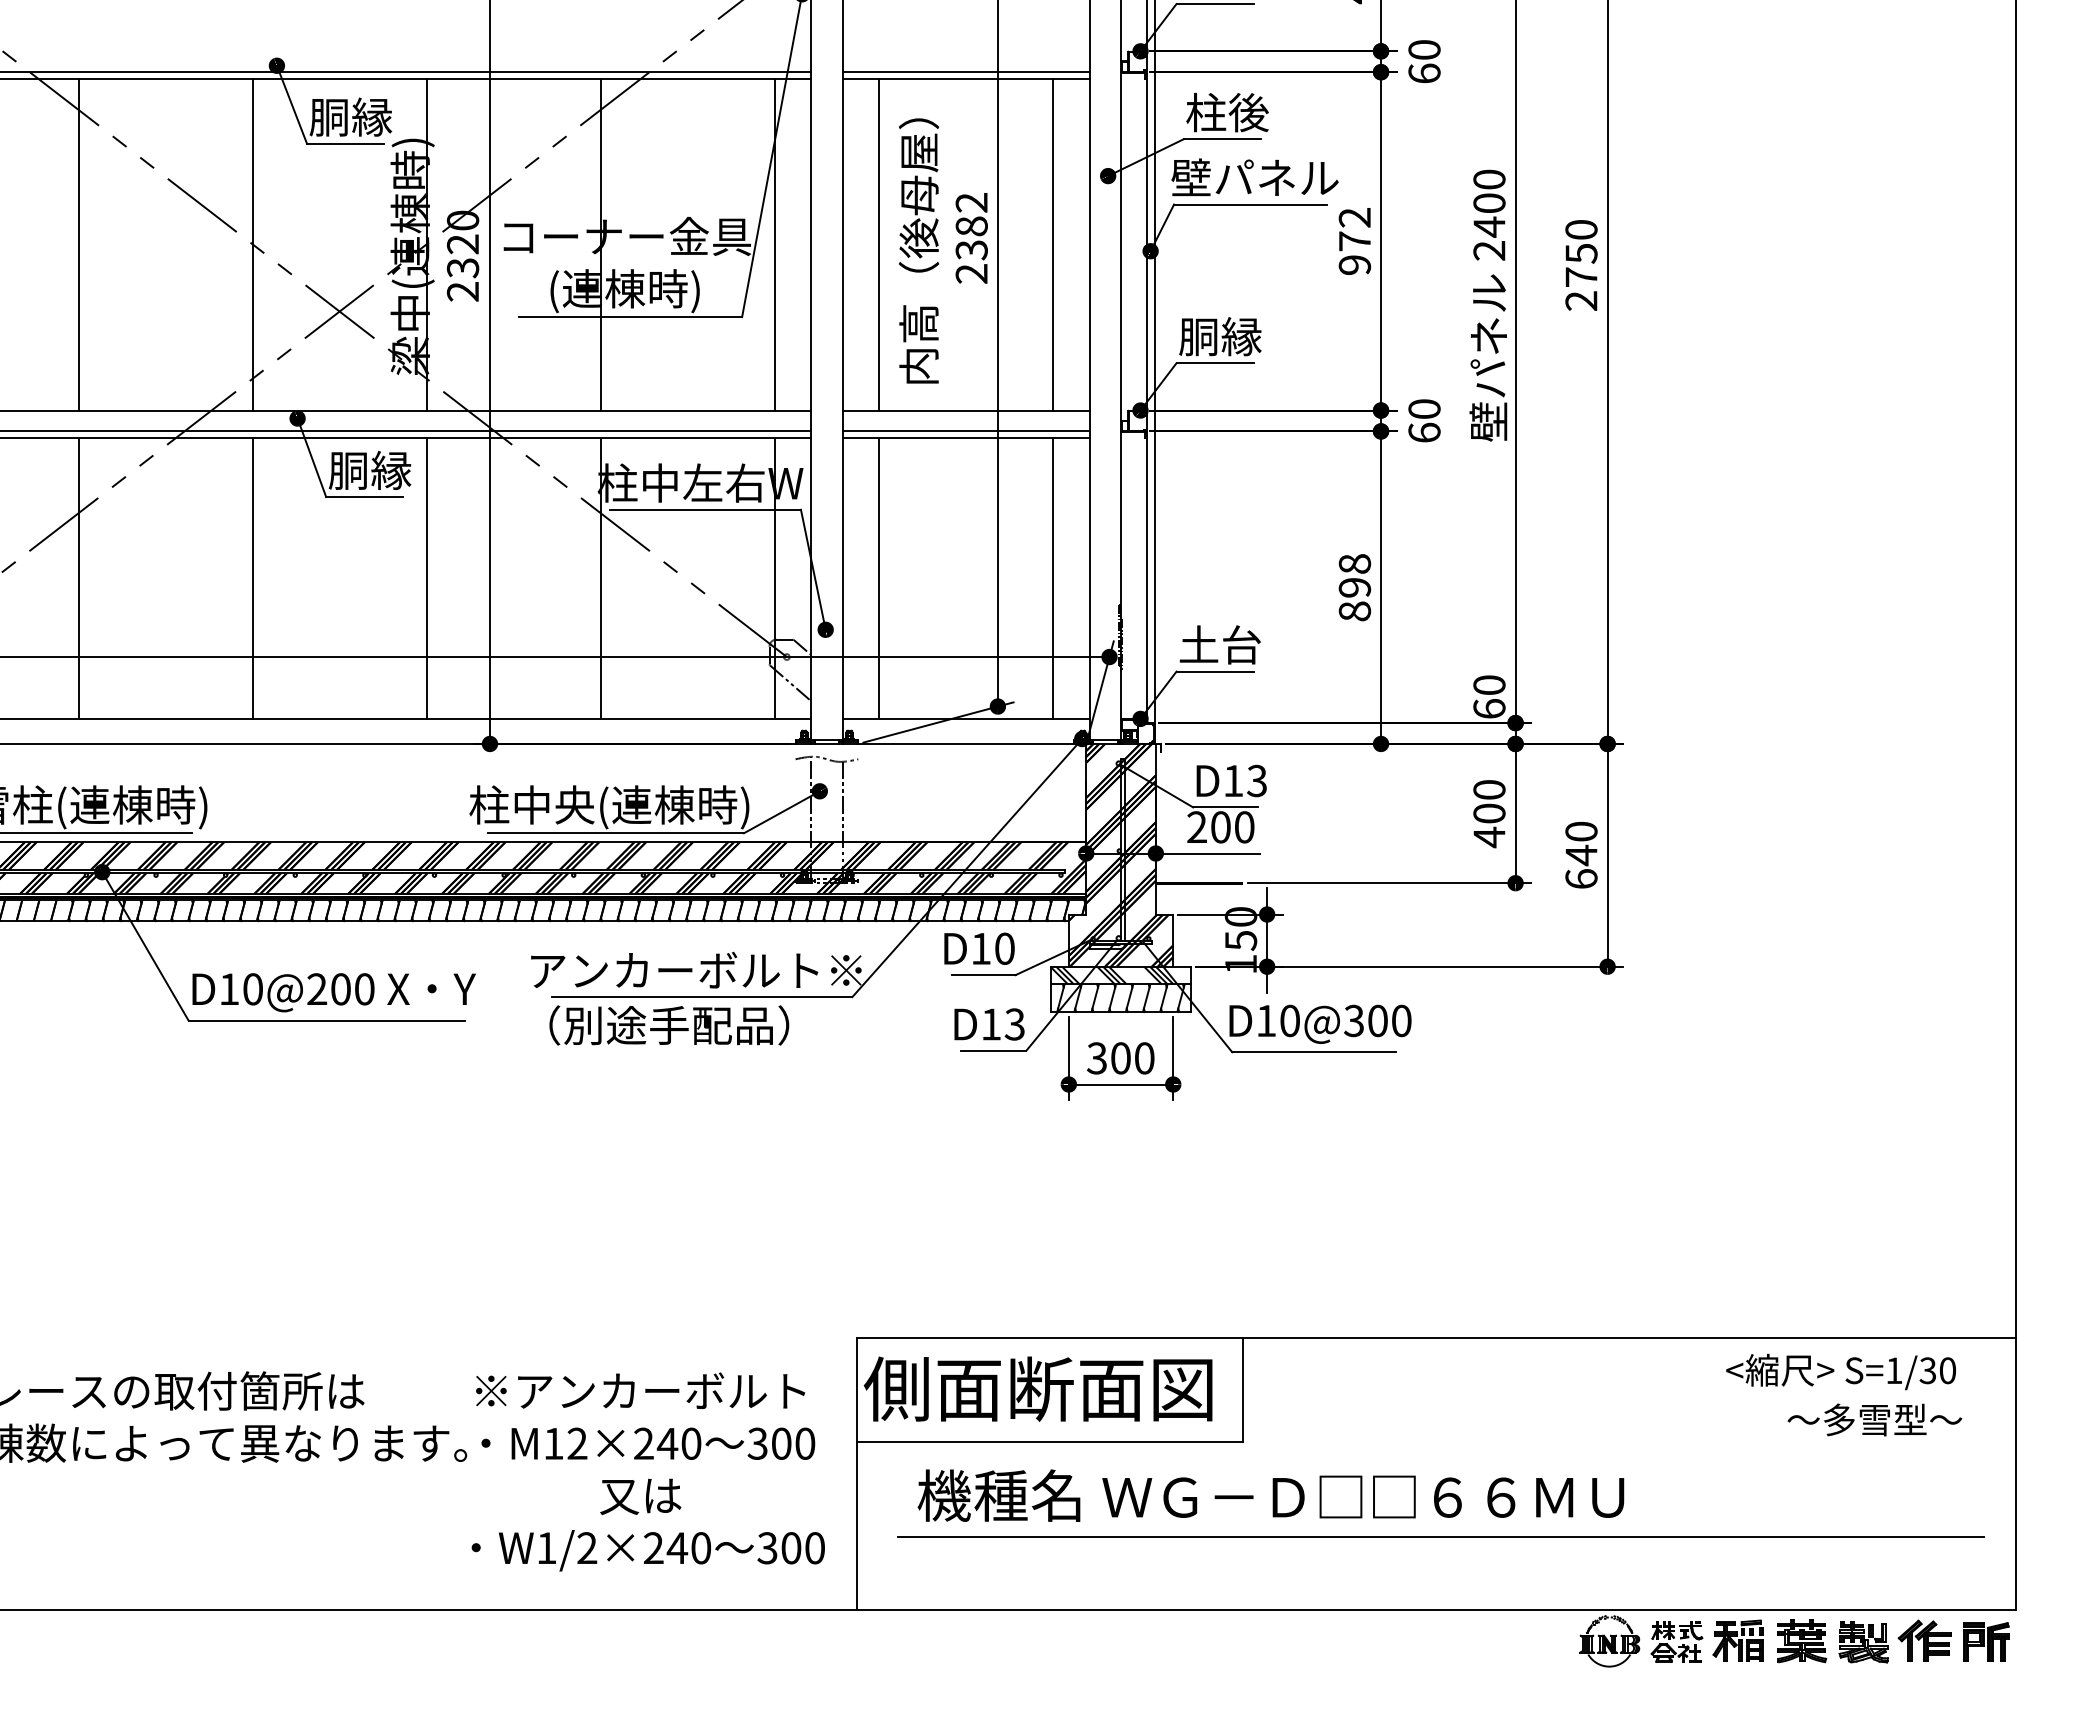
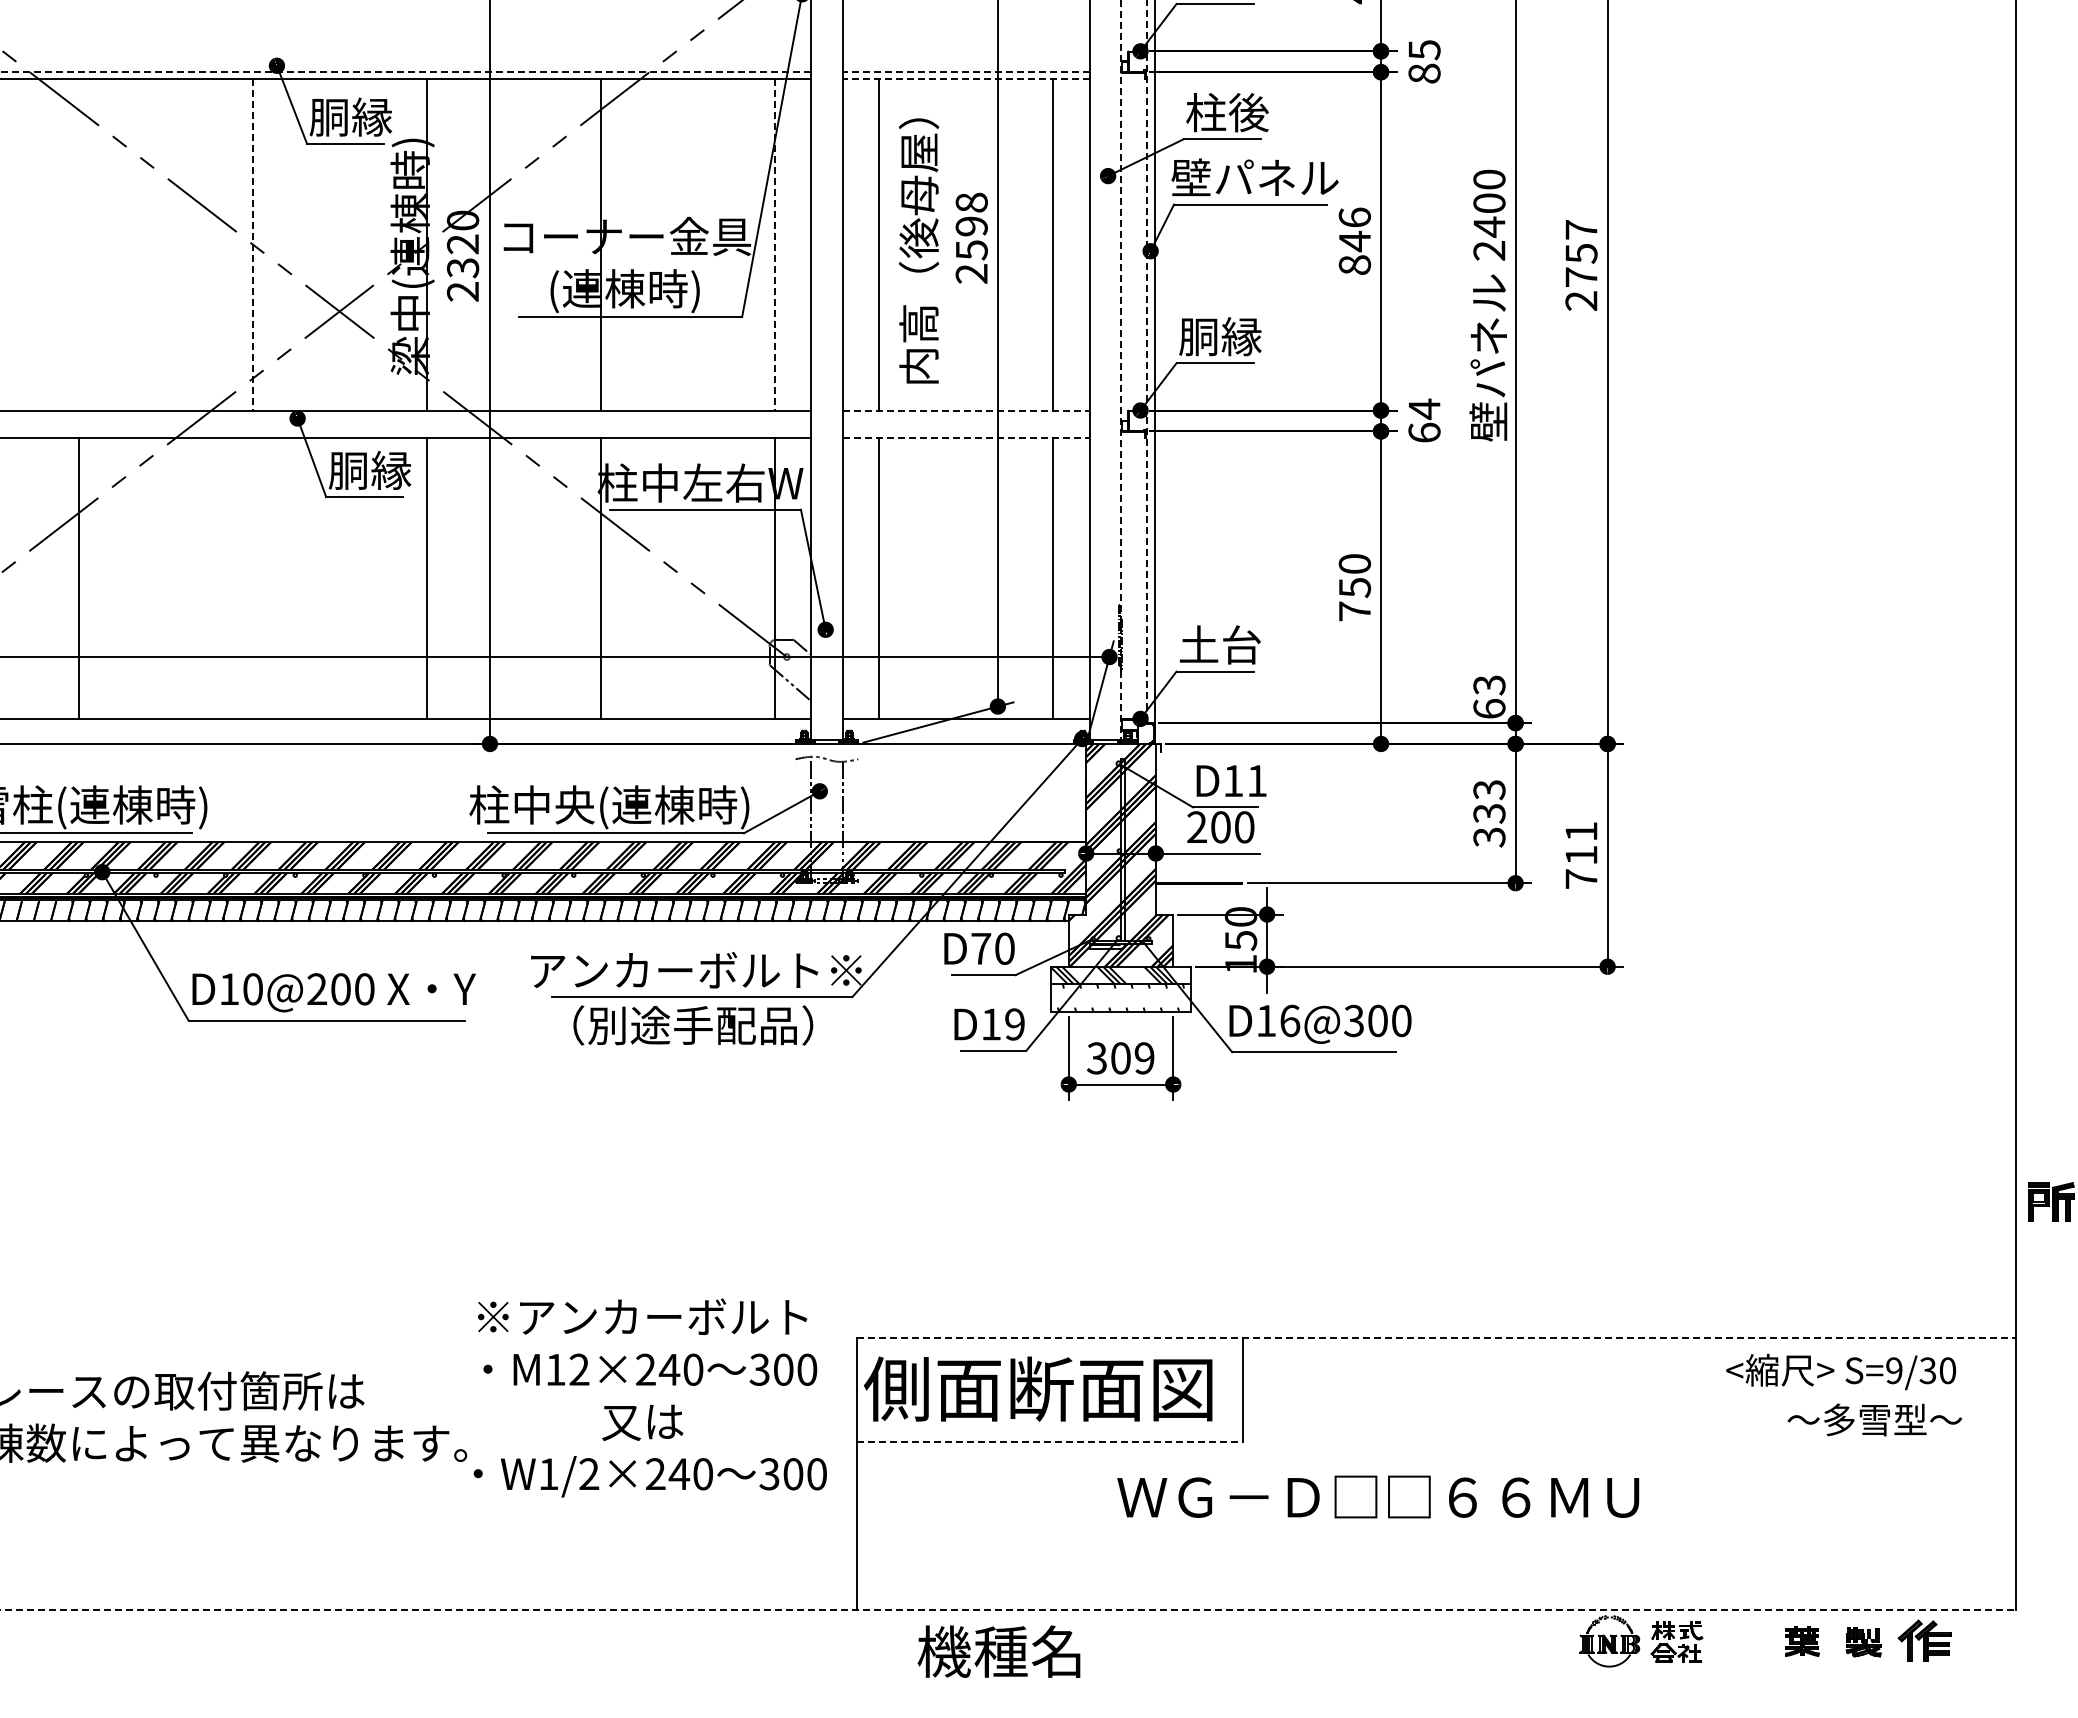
text at (1424, 61): 60 -> 85
line at (405, 72): solid -> dashed
line at (966, 72): solid -> dashed
line at (966, 79): solid -> dashed
text at (971, 226): 2382 -> 2598
text at (1581, 229): 2750 -> 2757
text at (1354, 240): 972 -> 846
line at (78, 244): present -> none
line at (252, 244): solid -> dashed
line at (774, 244): solid -> dashed
line at (1146, 360): solid -> dashed
line at (1121, 371): solid -> dashed
text at (1424, 409): 60 -> 64
line at (966, 410): solid -> dashed
line at (406, 431): present -> none
line at (965, 431): present -> none
line at (966, 438): solid -> dashed
line at (252, 578): present -> none
text at (1354, 587): 898 -> 750
text at (1489, 685): 60 -> 63
text at (1256, 780): D13 -> D11
text at (1489, 814): 400 -> 333
text at (1581, 854): 640 -> 711
text at (981, 948): D10 -> D70
hatch at (1120, 997): present -> none
text at (1290, 1020): D10@300 -> D16@300
text at (1014, 1024): D13 -> D19
text at (669, 1025) position: (669, 1025) -> (693, 1025)
text at (1144, 1058): 300 -> 309
line at (1436, 1338): solid -> dashed
text at (1894, 1370): S=1/30 -> S=9/30
line at (1050, 1442): solid -> dashed
text at (647, 1471) position: (647, 1471) -> (649, 1397)
text at (998, 1495) position: (998, 1495) -> (998, 1651)
text at (1363, 1496) position: (1363, 1496) -> (1378, 1496)
line at (1441, 1537): present -> none
line at (1008, 1609): solid -> dashed
part at (1737, 1640): present -> none
part at (1802, 1641) size: 51x45 px -> 35x31 px
part at (1986, 1641) position: (1986, 1641) -> (2051, 1201)
part at (1863, 1642) size: 51x43 px -> 37x31 px
